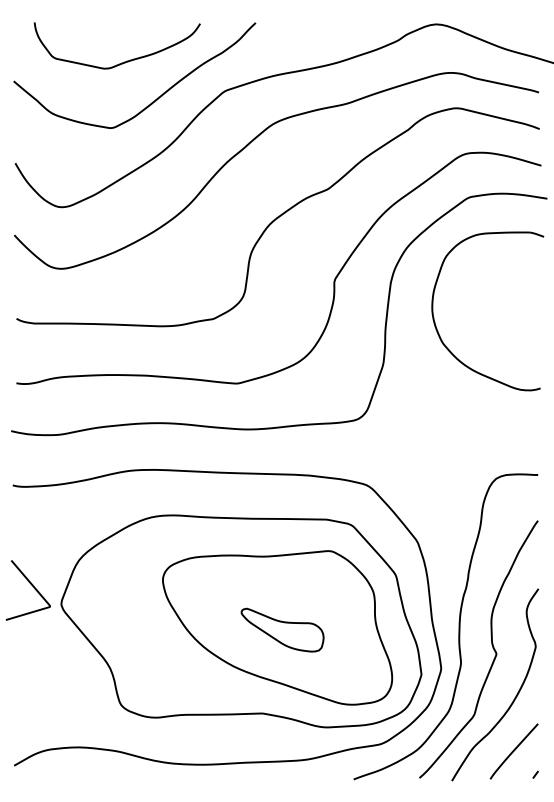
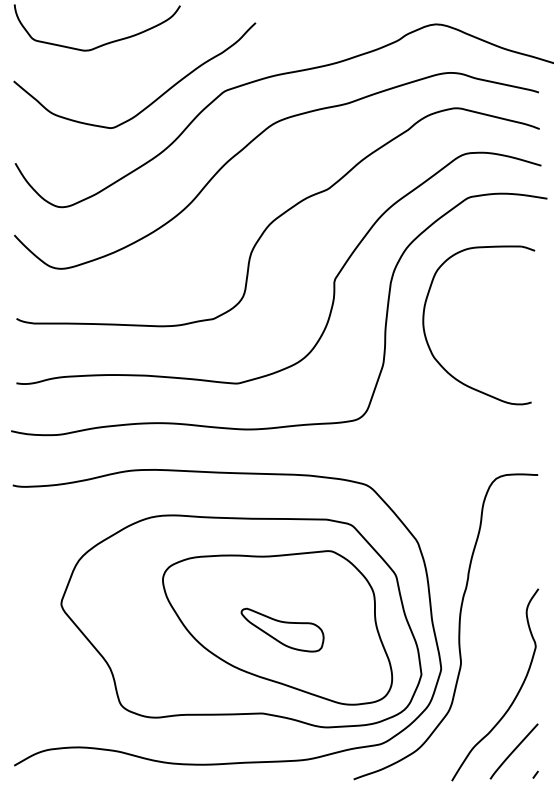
curve at (121, 62) position: (121, 62) -> (101, 44)
part at (440, 335) position: (440, 335) -> (431, 349)
curve at (31, 585): present -> none
curve at (491, 645): present -> none
